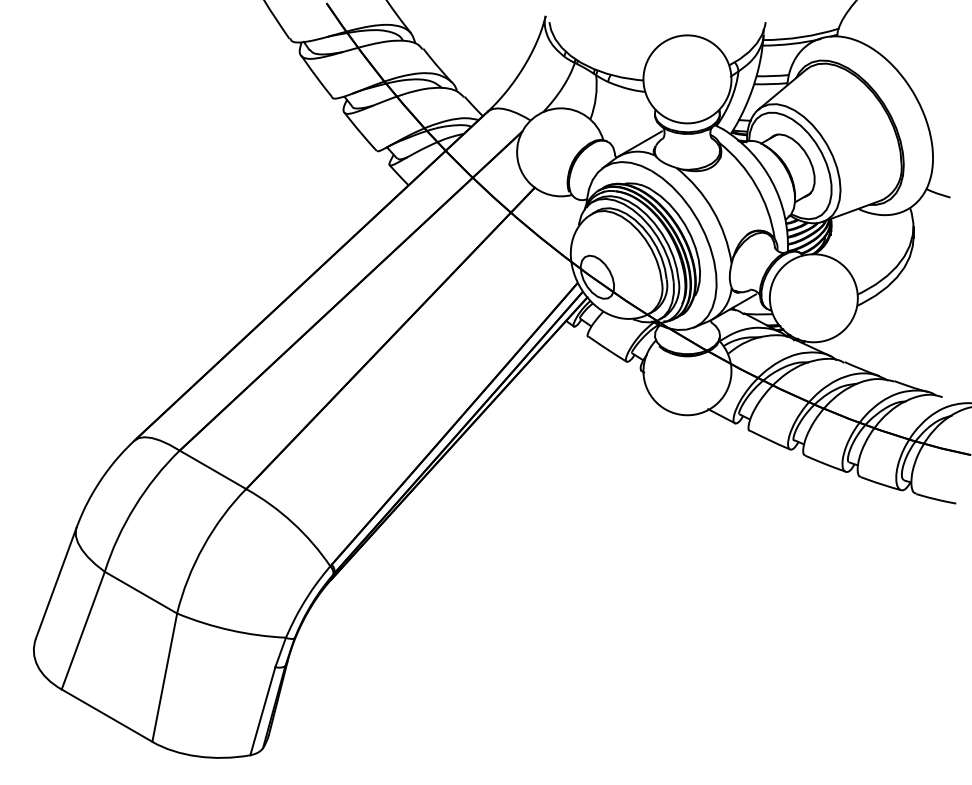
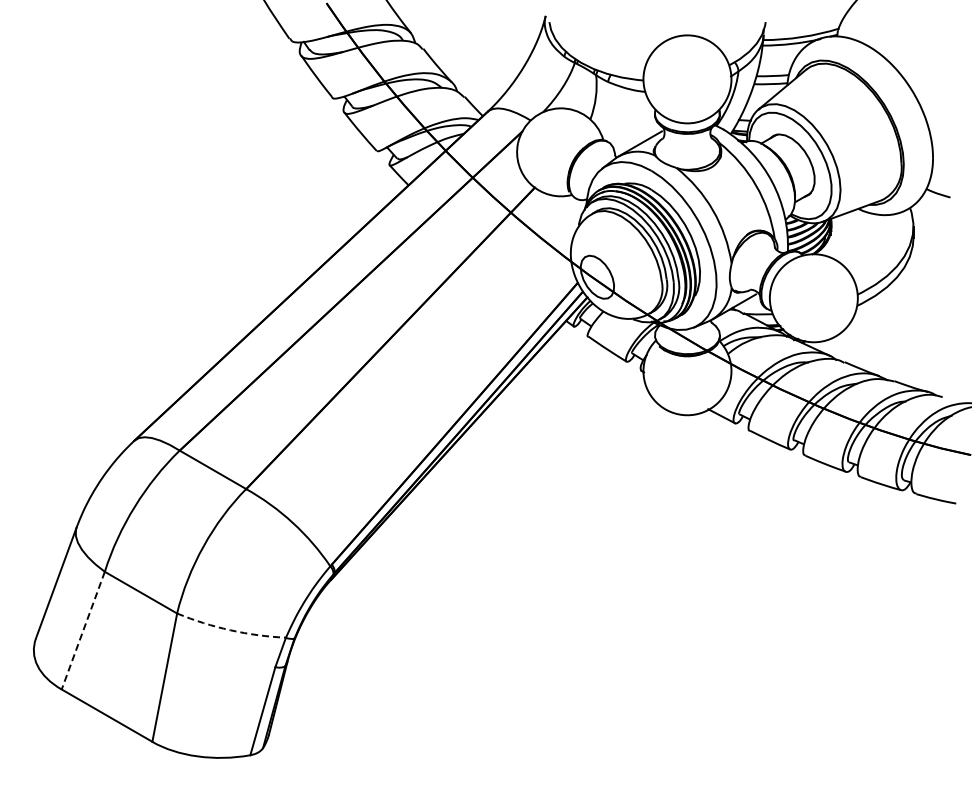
line at (83, 630): solid -> dashed
arc at (230, 630): solid -> dashed
